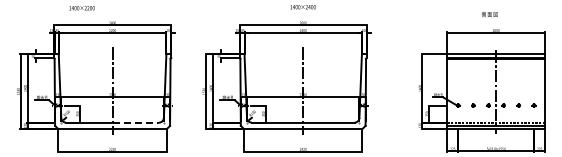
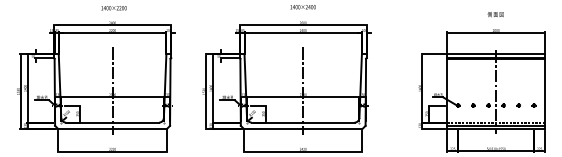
text at (81, 8) position: (81, 8) -> (113, 8)
text at (489, 14) position: (489, 14) -> (495, 14)
line at (136, 122): dashed -> solid
